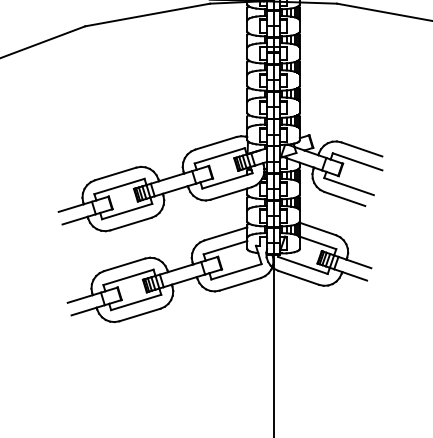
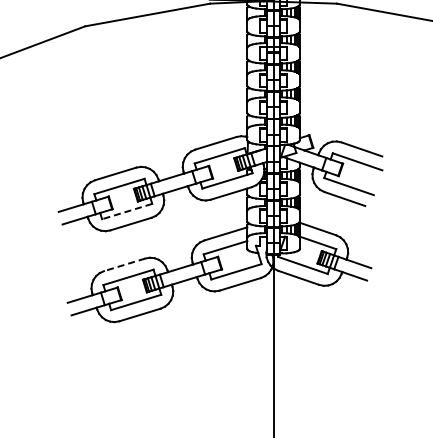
line at (126, 211): solid -> dashed
line at (124, 264): solid -> dashed
